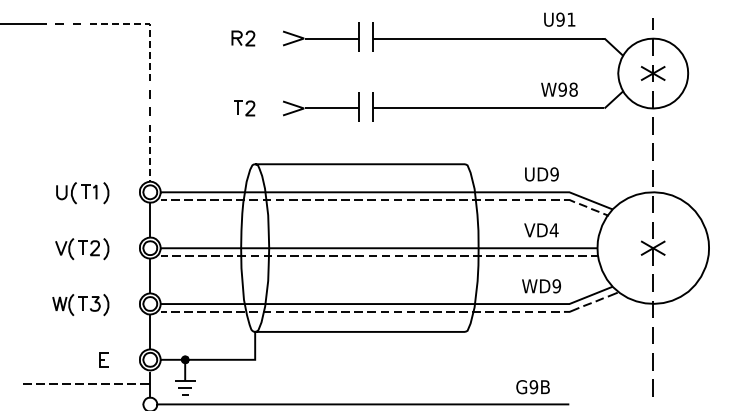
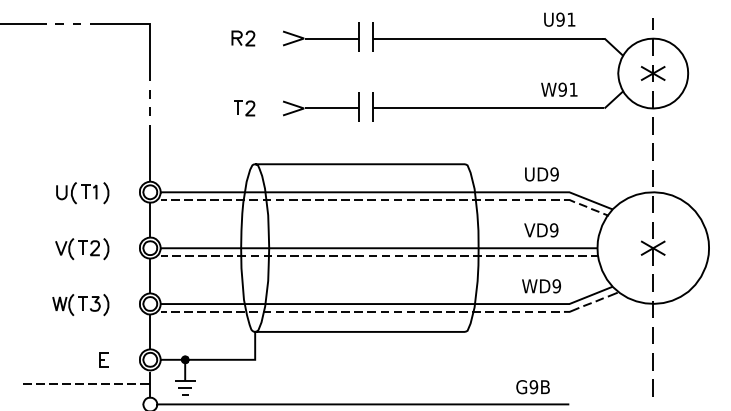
line at (149, 24): dashed -> solid
text at (573, 89): W98 -> W91
line at (150, 153): dashed -> solid
text at (553, 230): VD4 -> VD9
